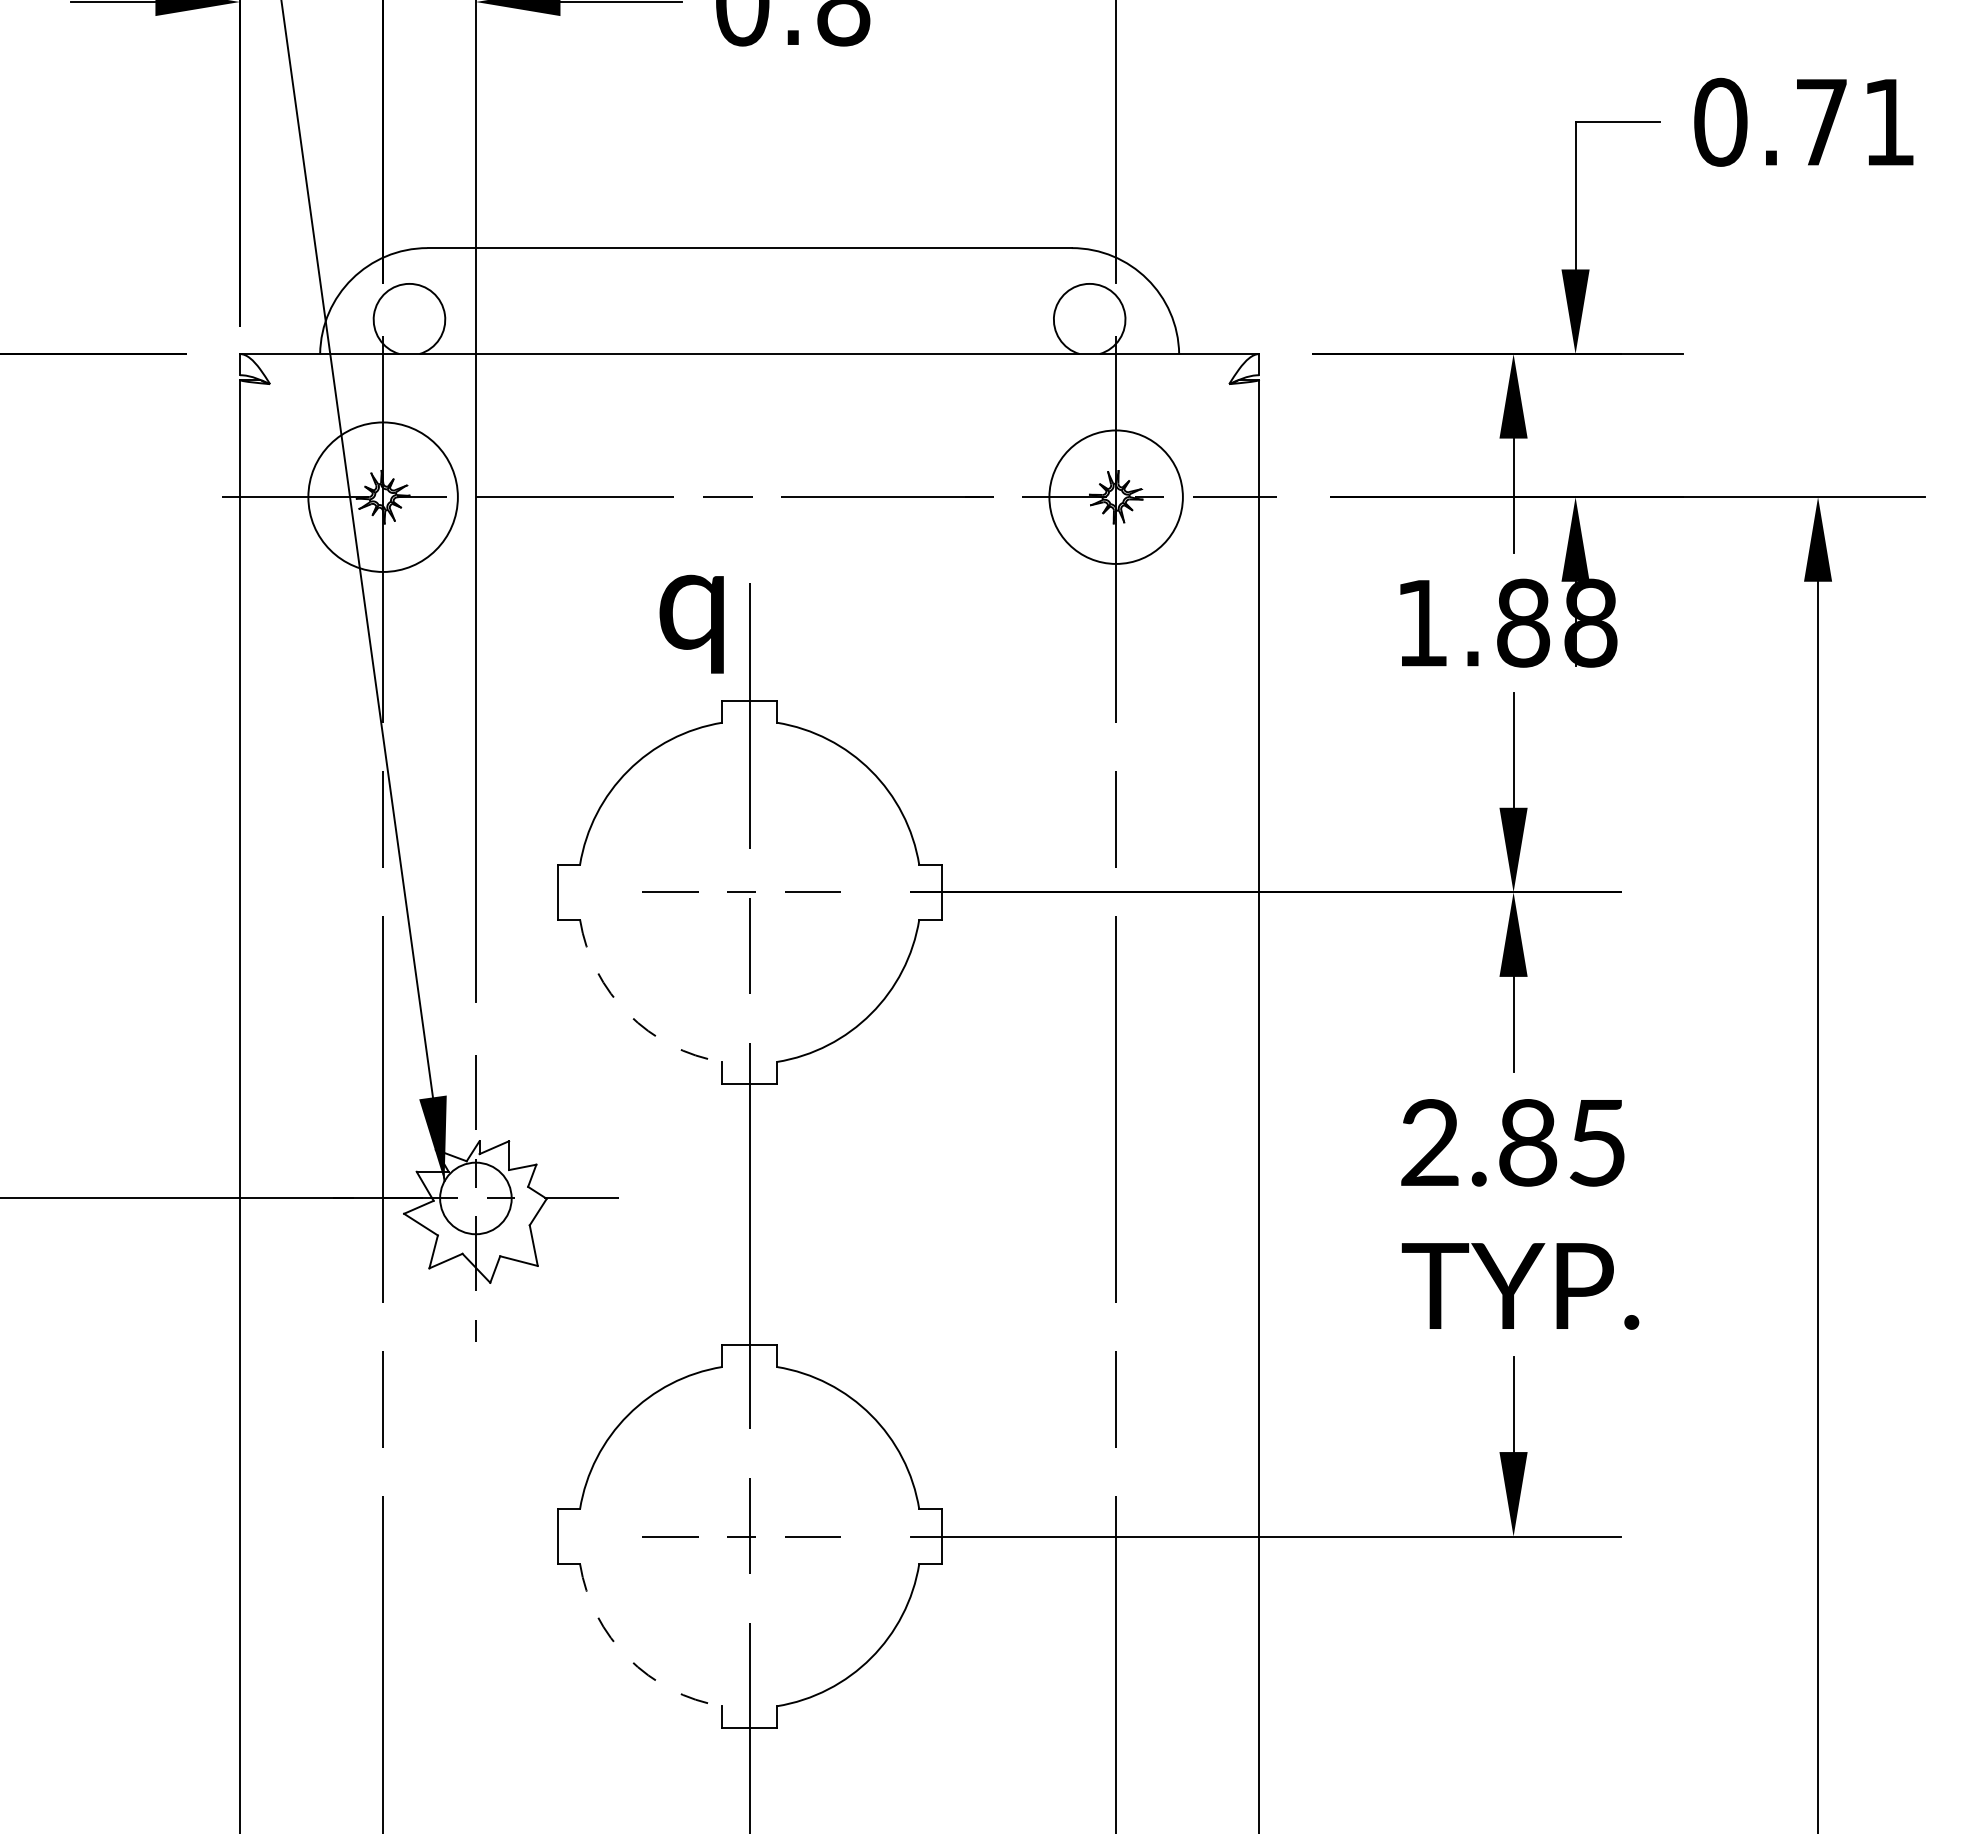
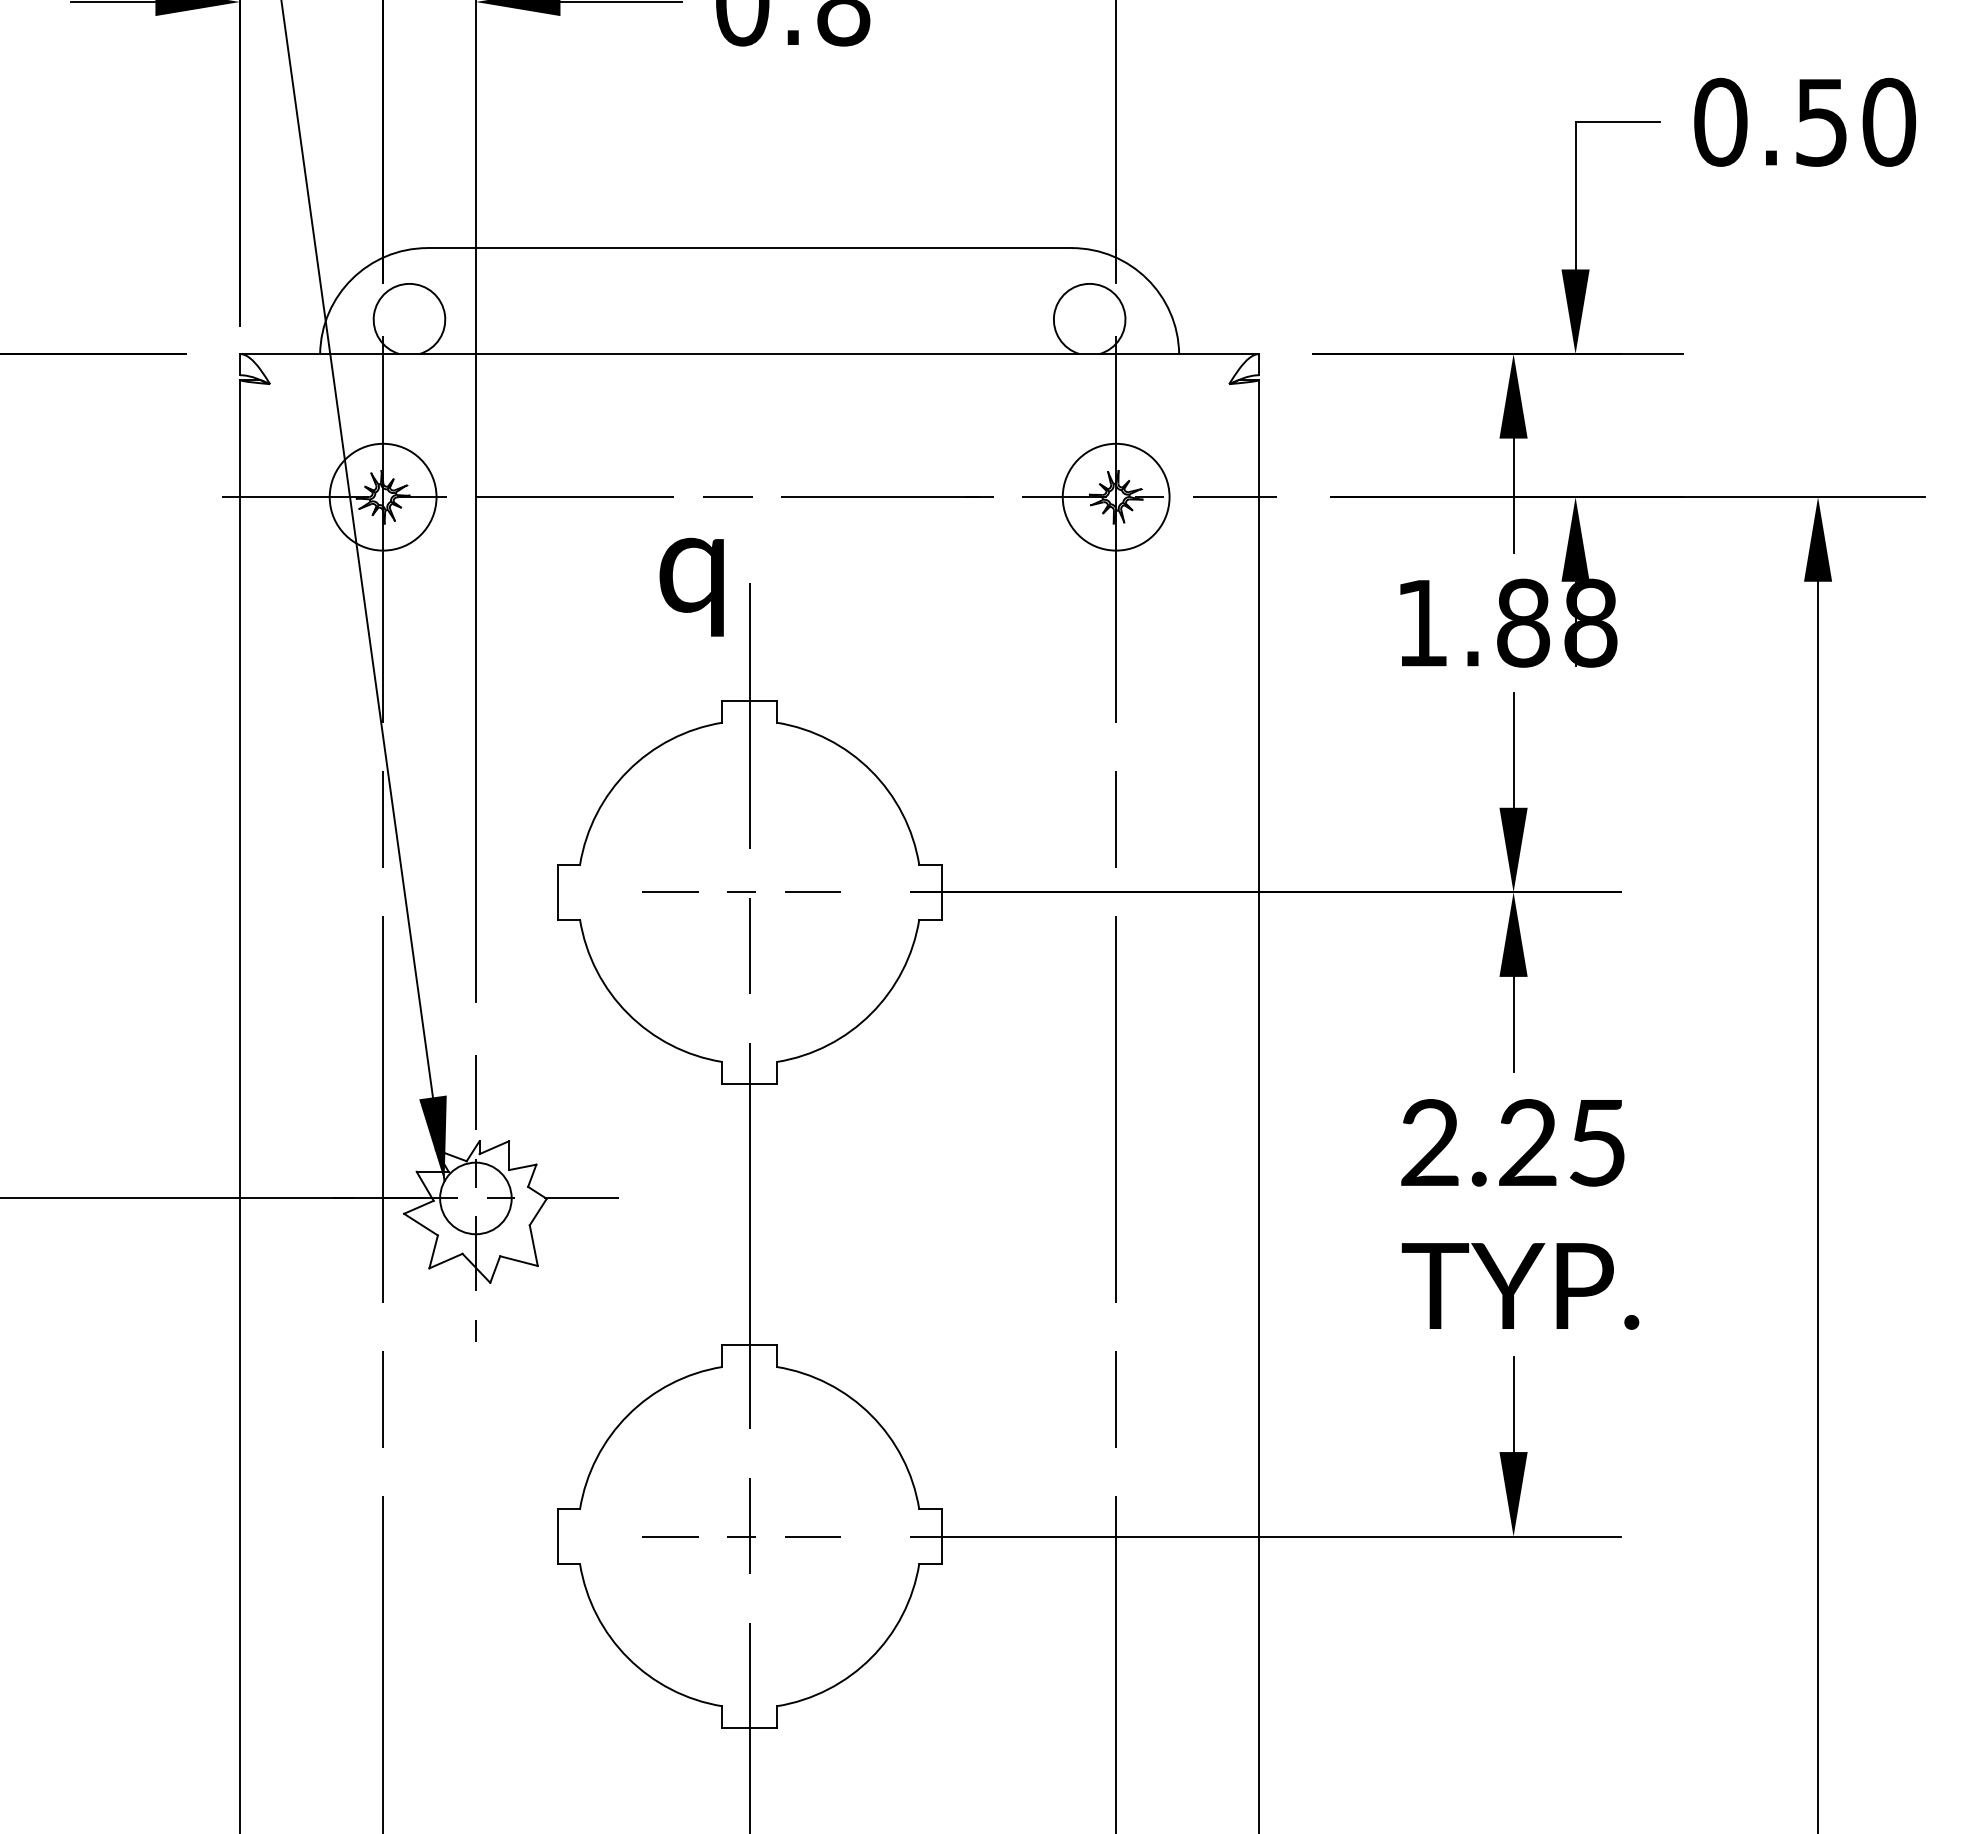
text at (1856, 121): 0.71 -> 0.50
circle at (382, 496) diameter: 150 px -> 107 px
circle at (1115, 496) diameter: 134 px -> 107 px
text at (691, 623) position: (691, 623) -> (691, 586)
arc at (628, 1013): dashed -> solid
text at (1528, 1142): 2.85 -> 2.25
arc at (628, 1658): dashed -> solid
